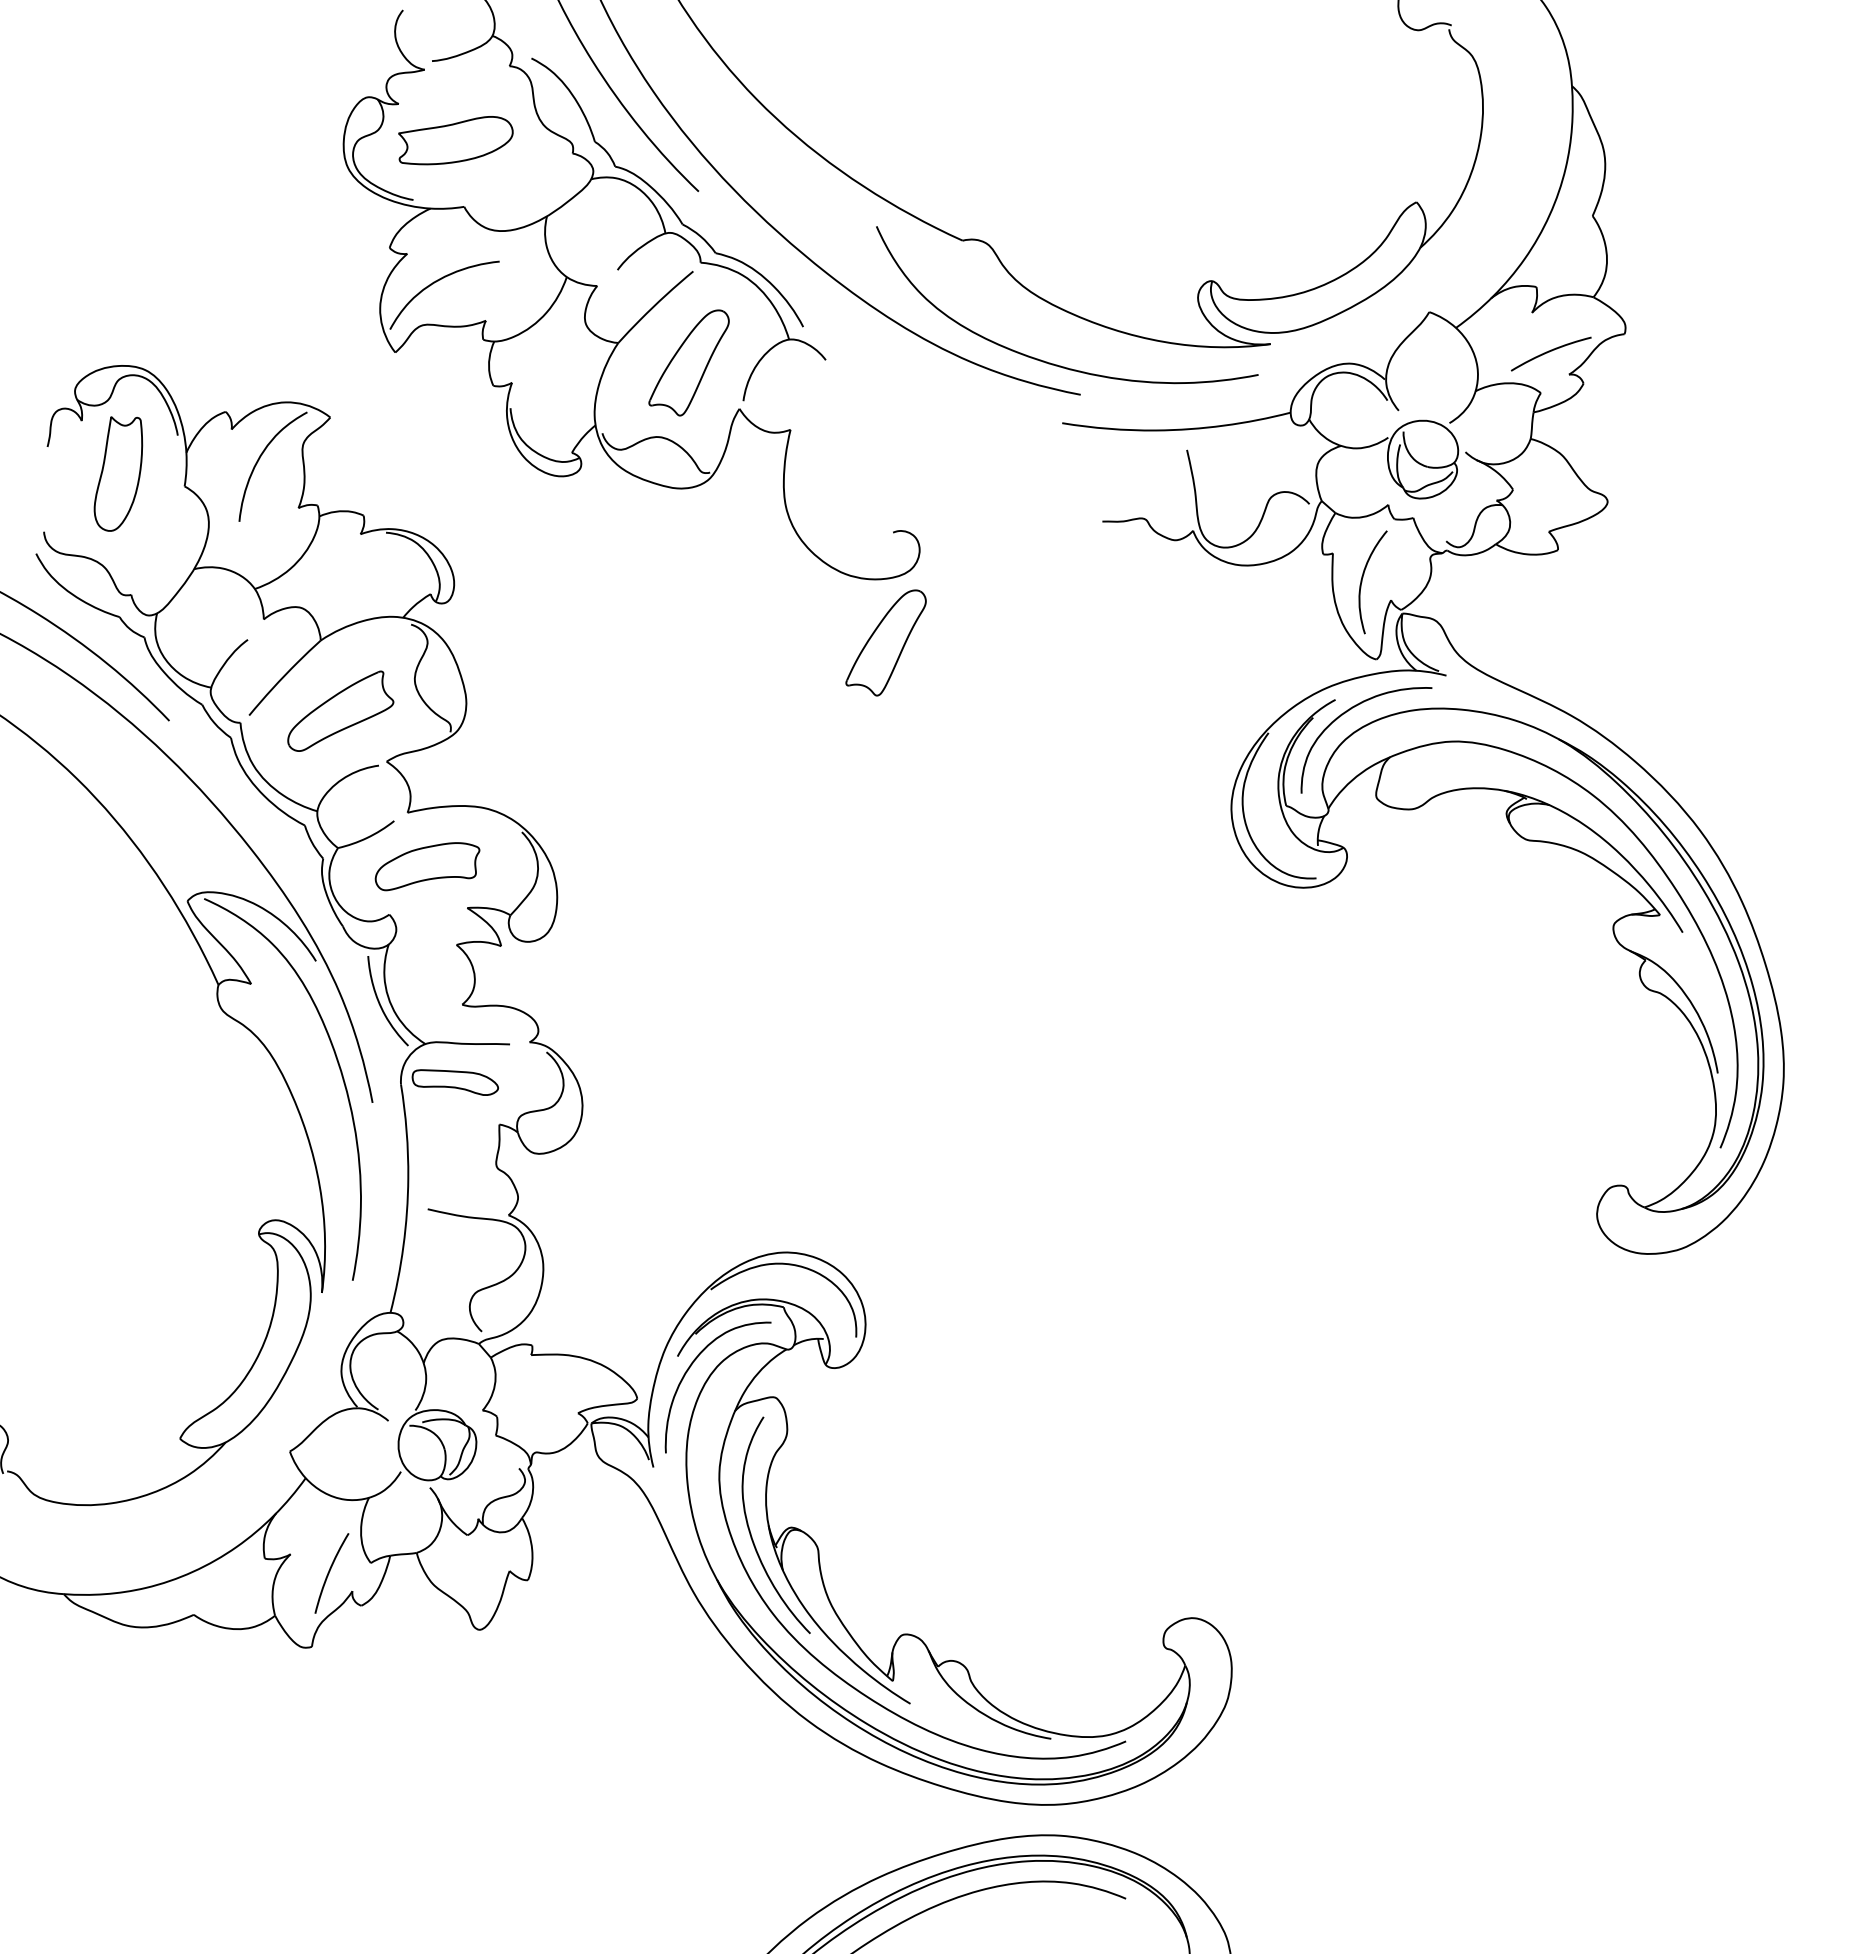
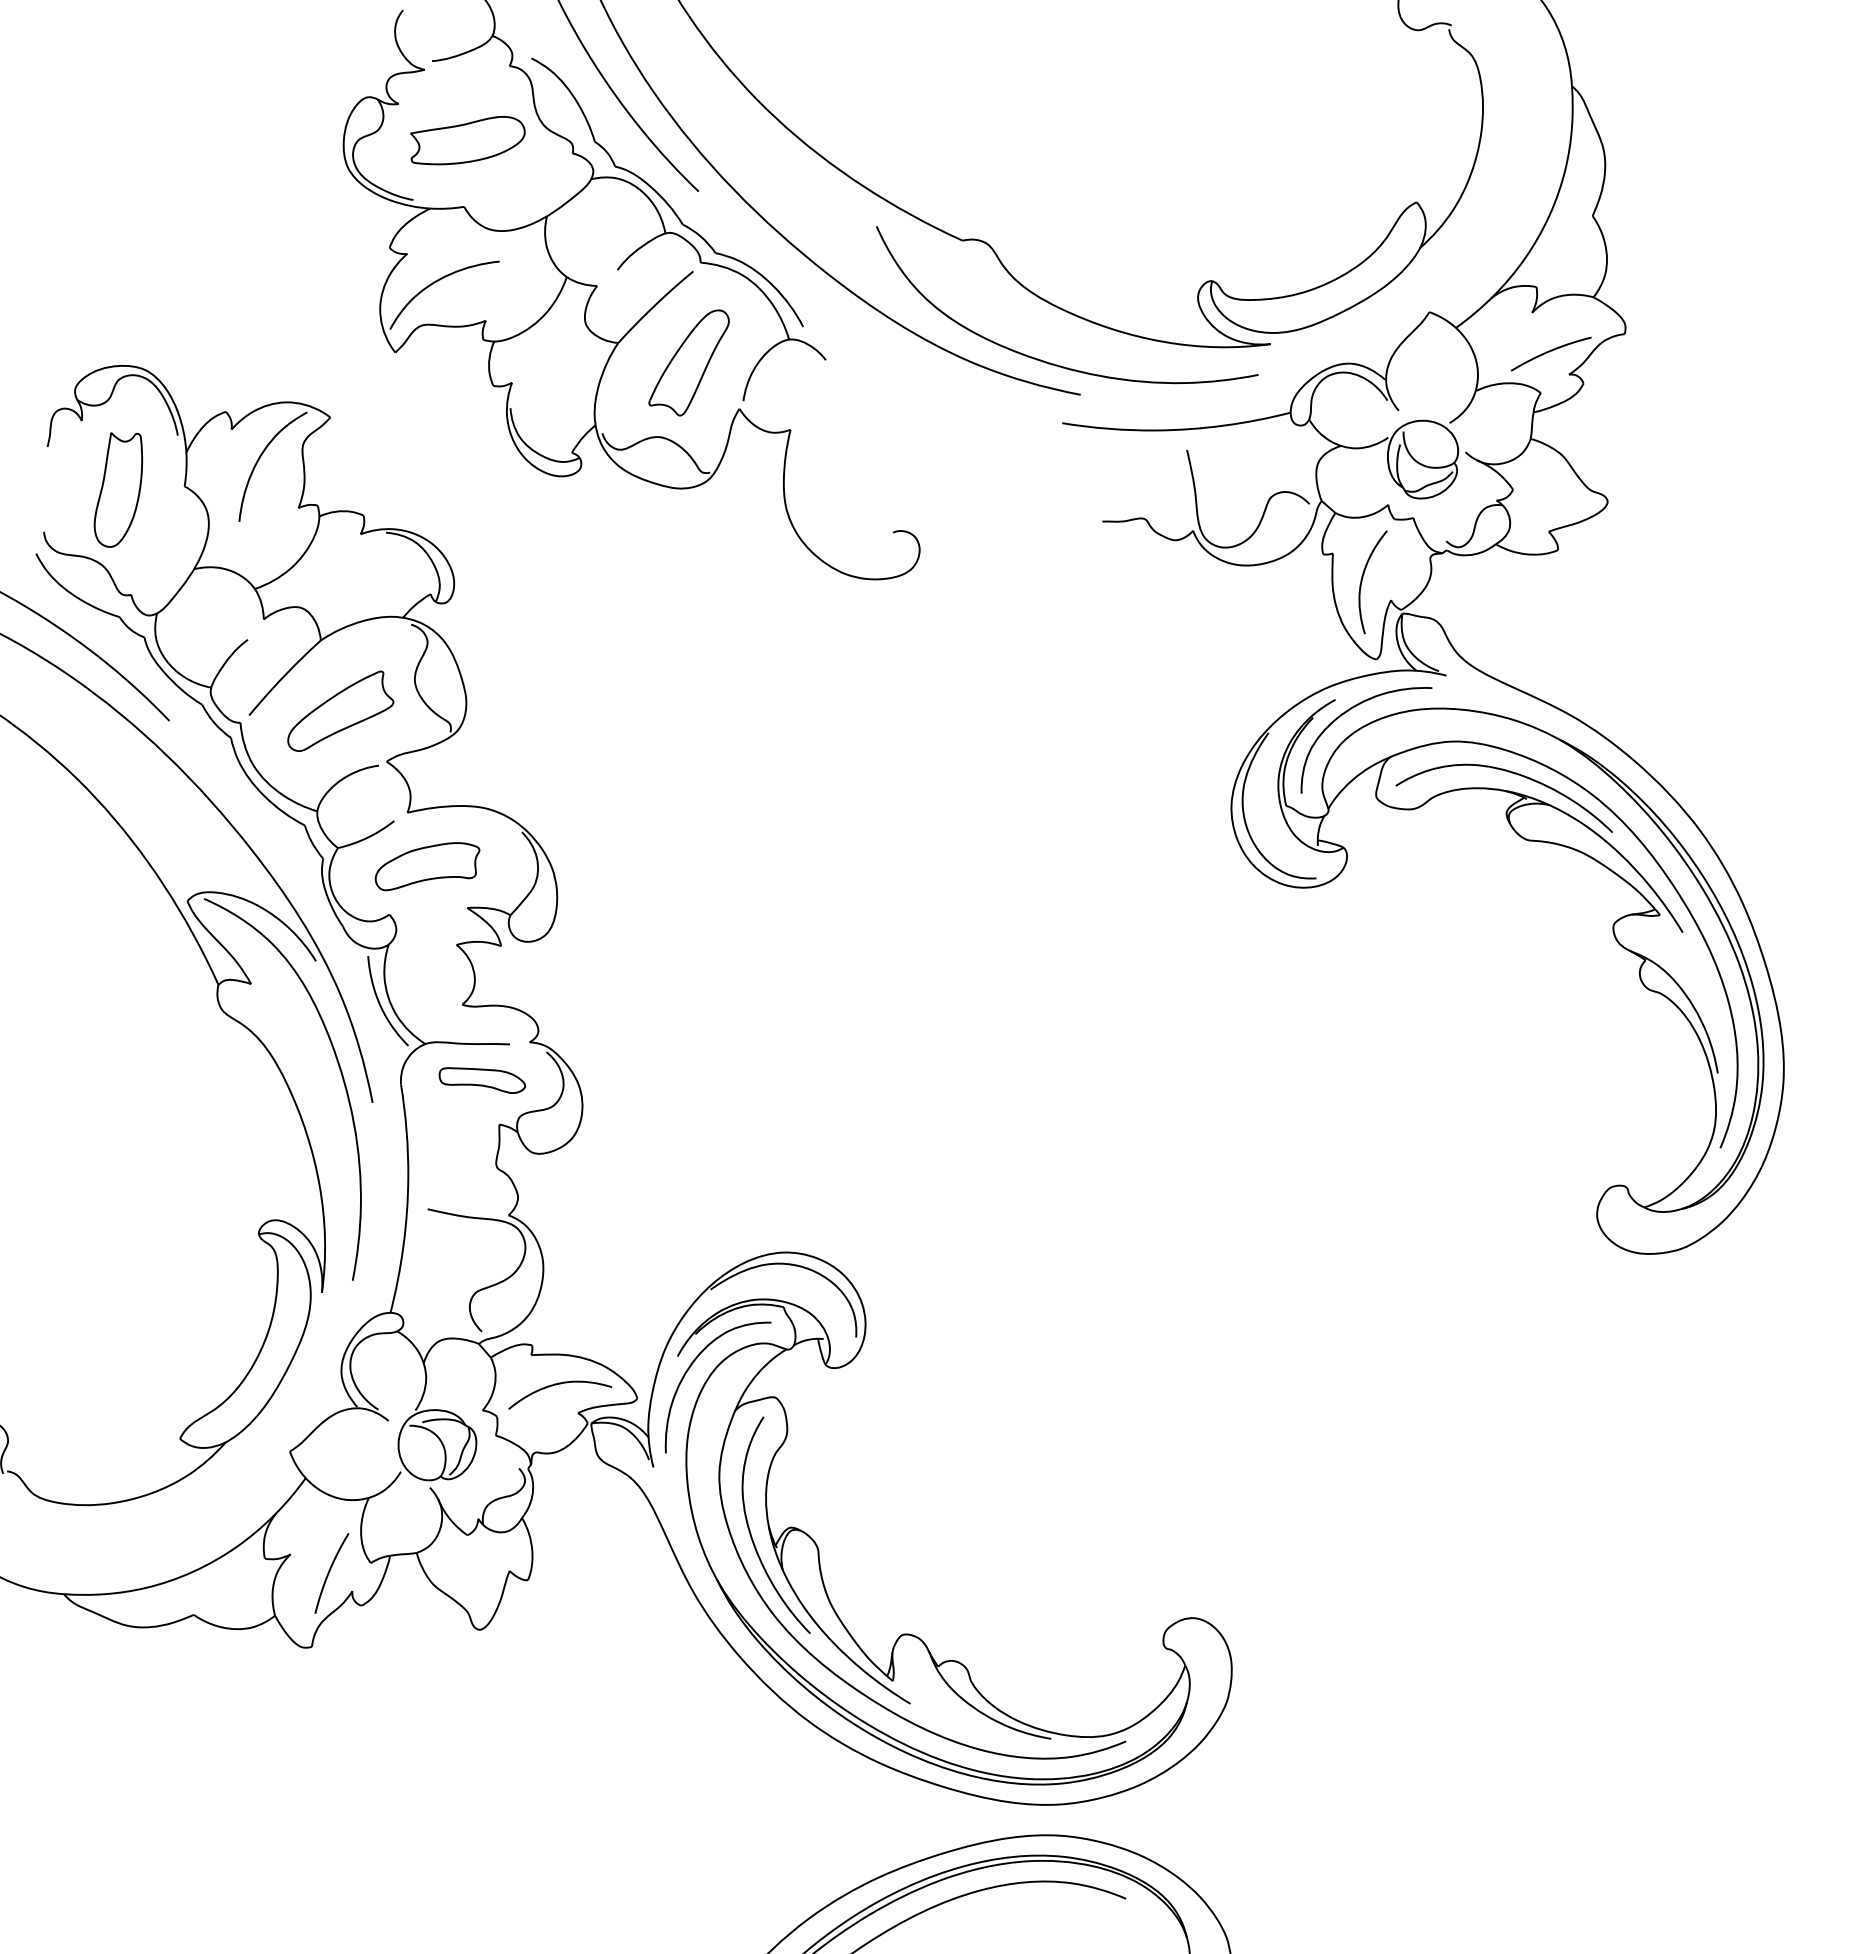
part at (455, 140) position: (455, 140) -> (467, 140)
part at (118, 473) position: (118, 473) -> (118, 489)
part at (885, 642): present -> none
curve at (1511, 773): none -> present
part at (454, 1082) position: (454, 1082) -> (481, 1080)
curve at (556, 1385): none -> present
